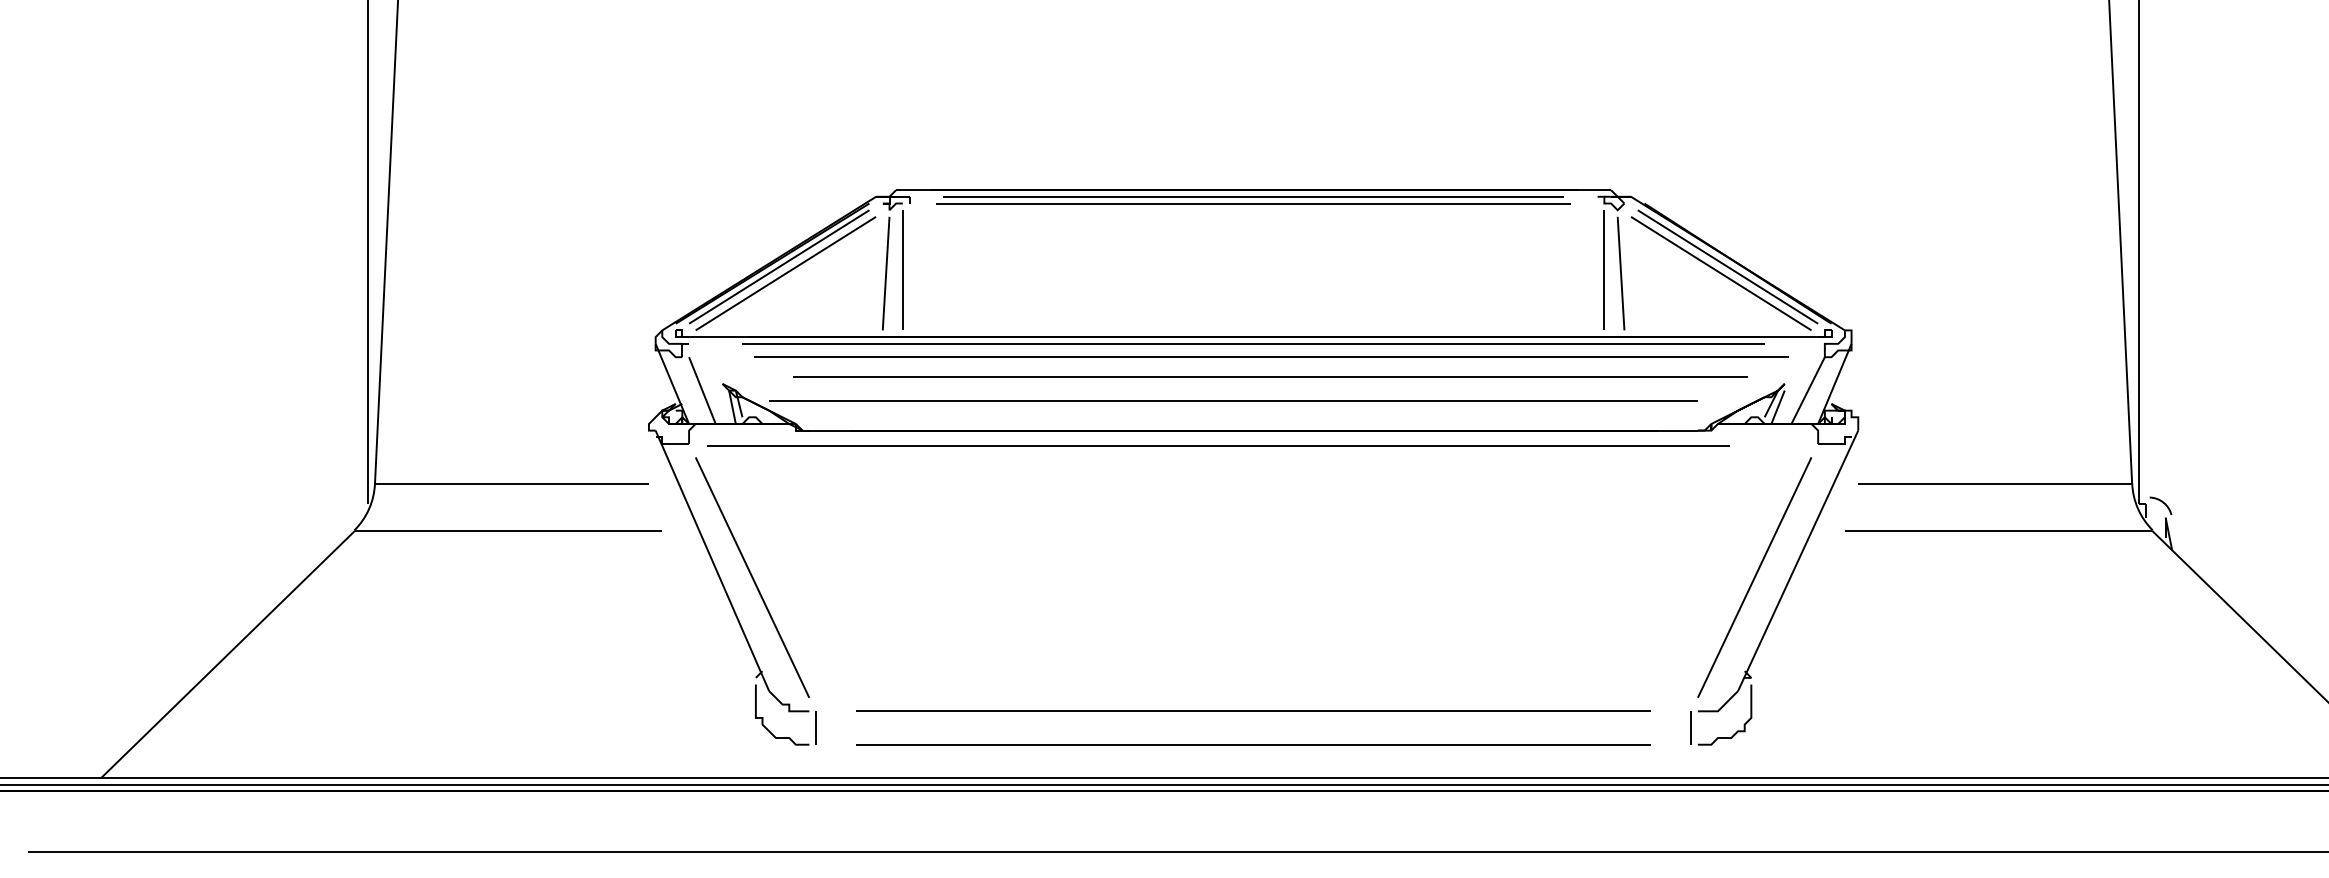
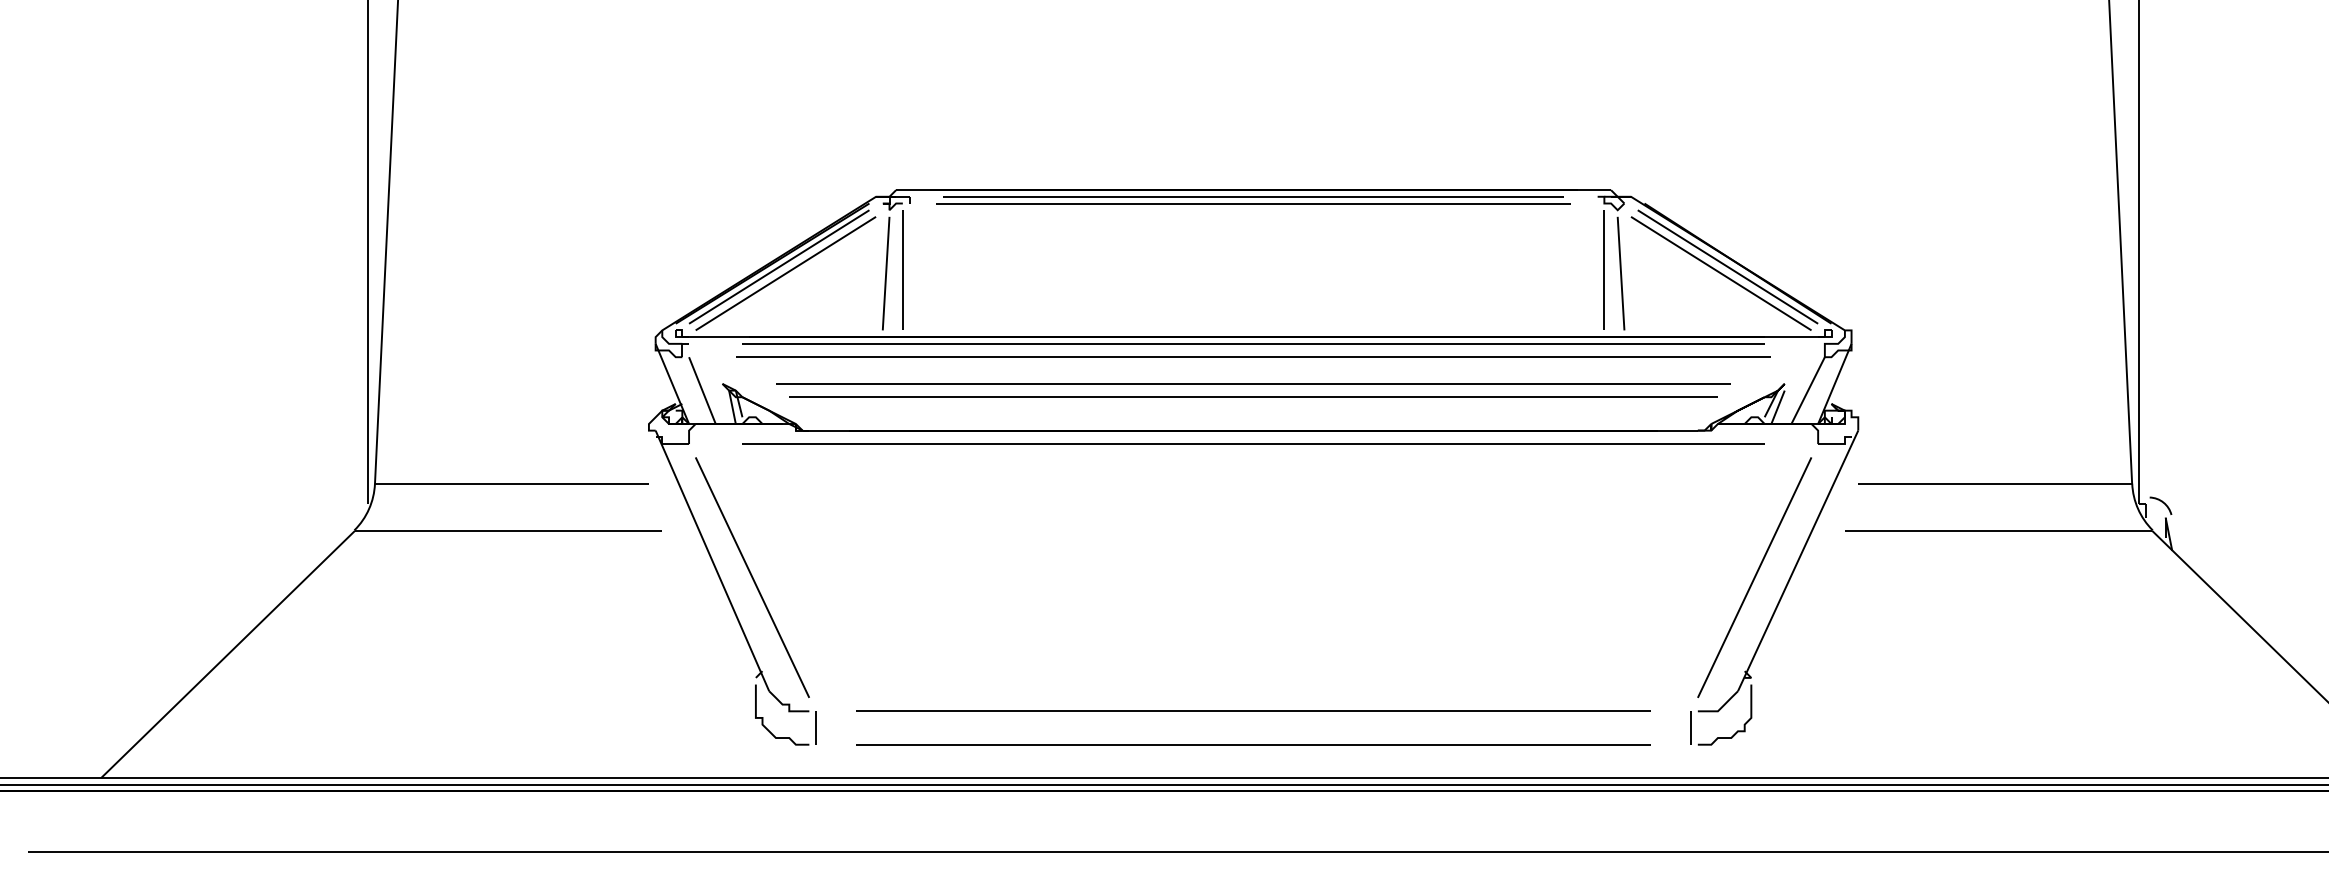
line at (1271, 356) position: (1271, 356) -> (1253, 356)
line at (1270, 376) position: (1270, 376) -> (1253, 383)
line at (1233, 400) position: (1233, 400) -> (1253, 396)
line at (1218, 445) position: (1218, 445) -> (1253, 443)
